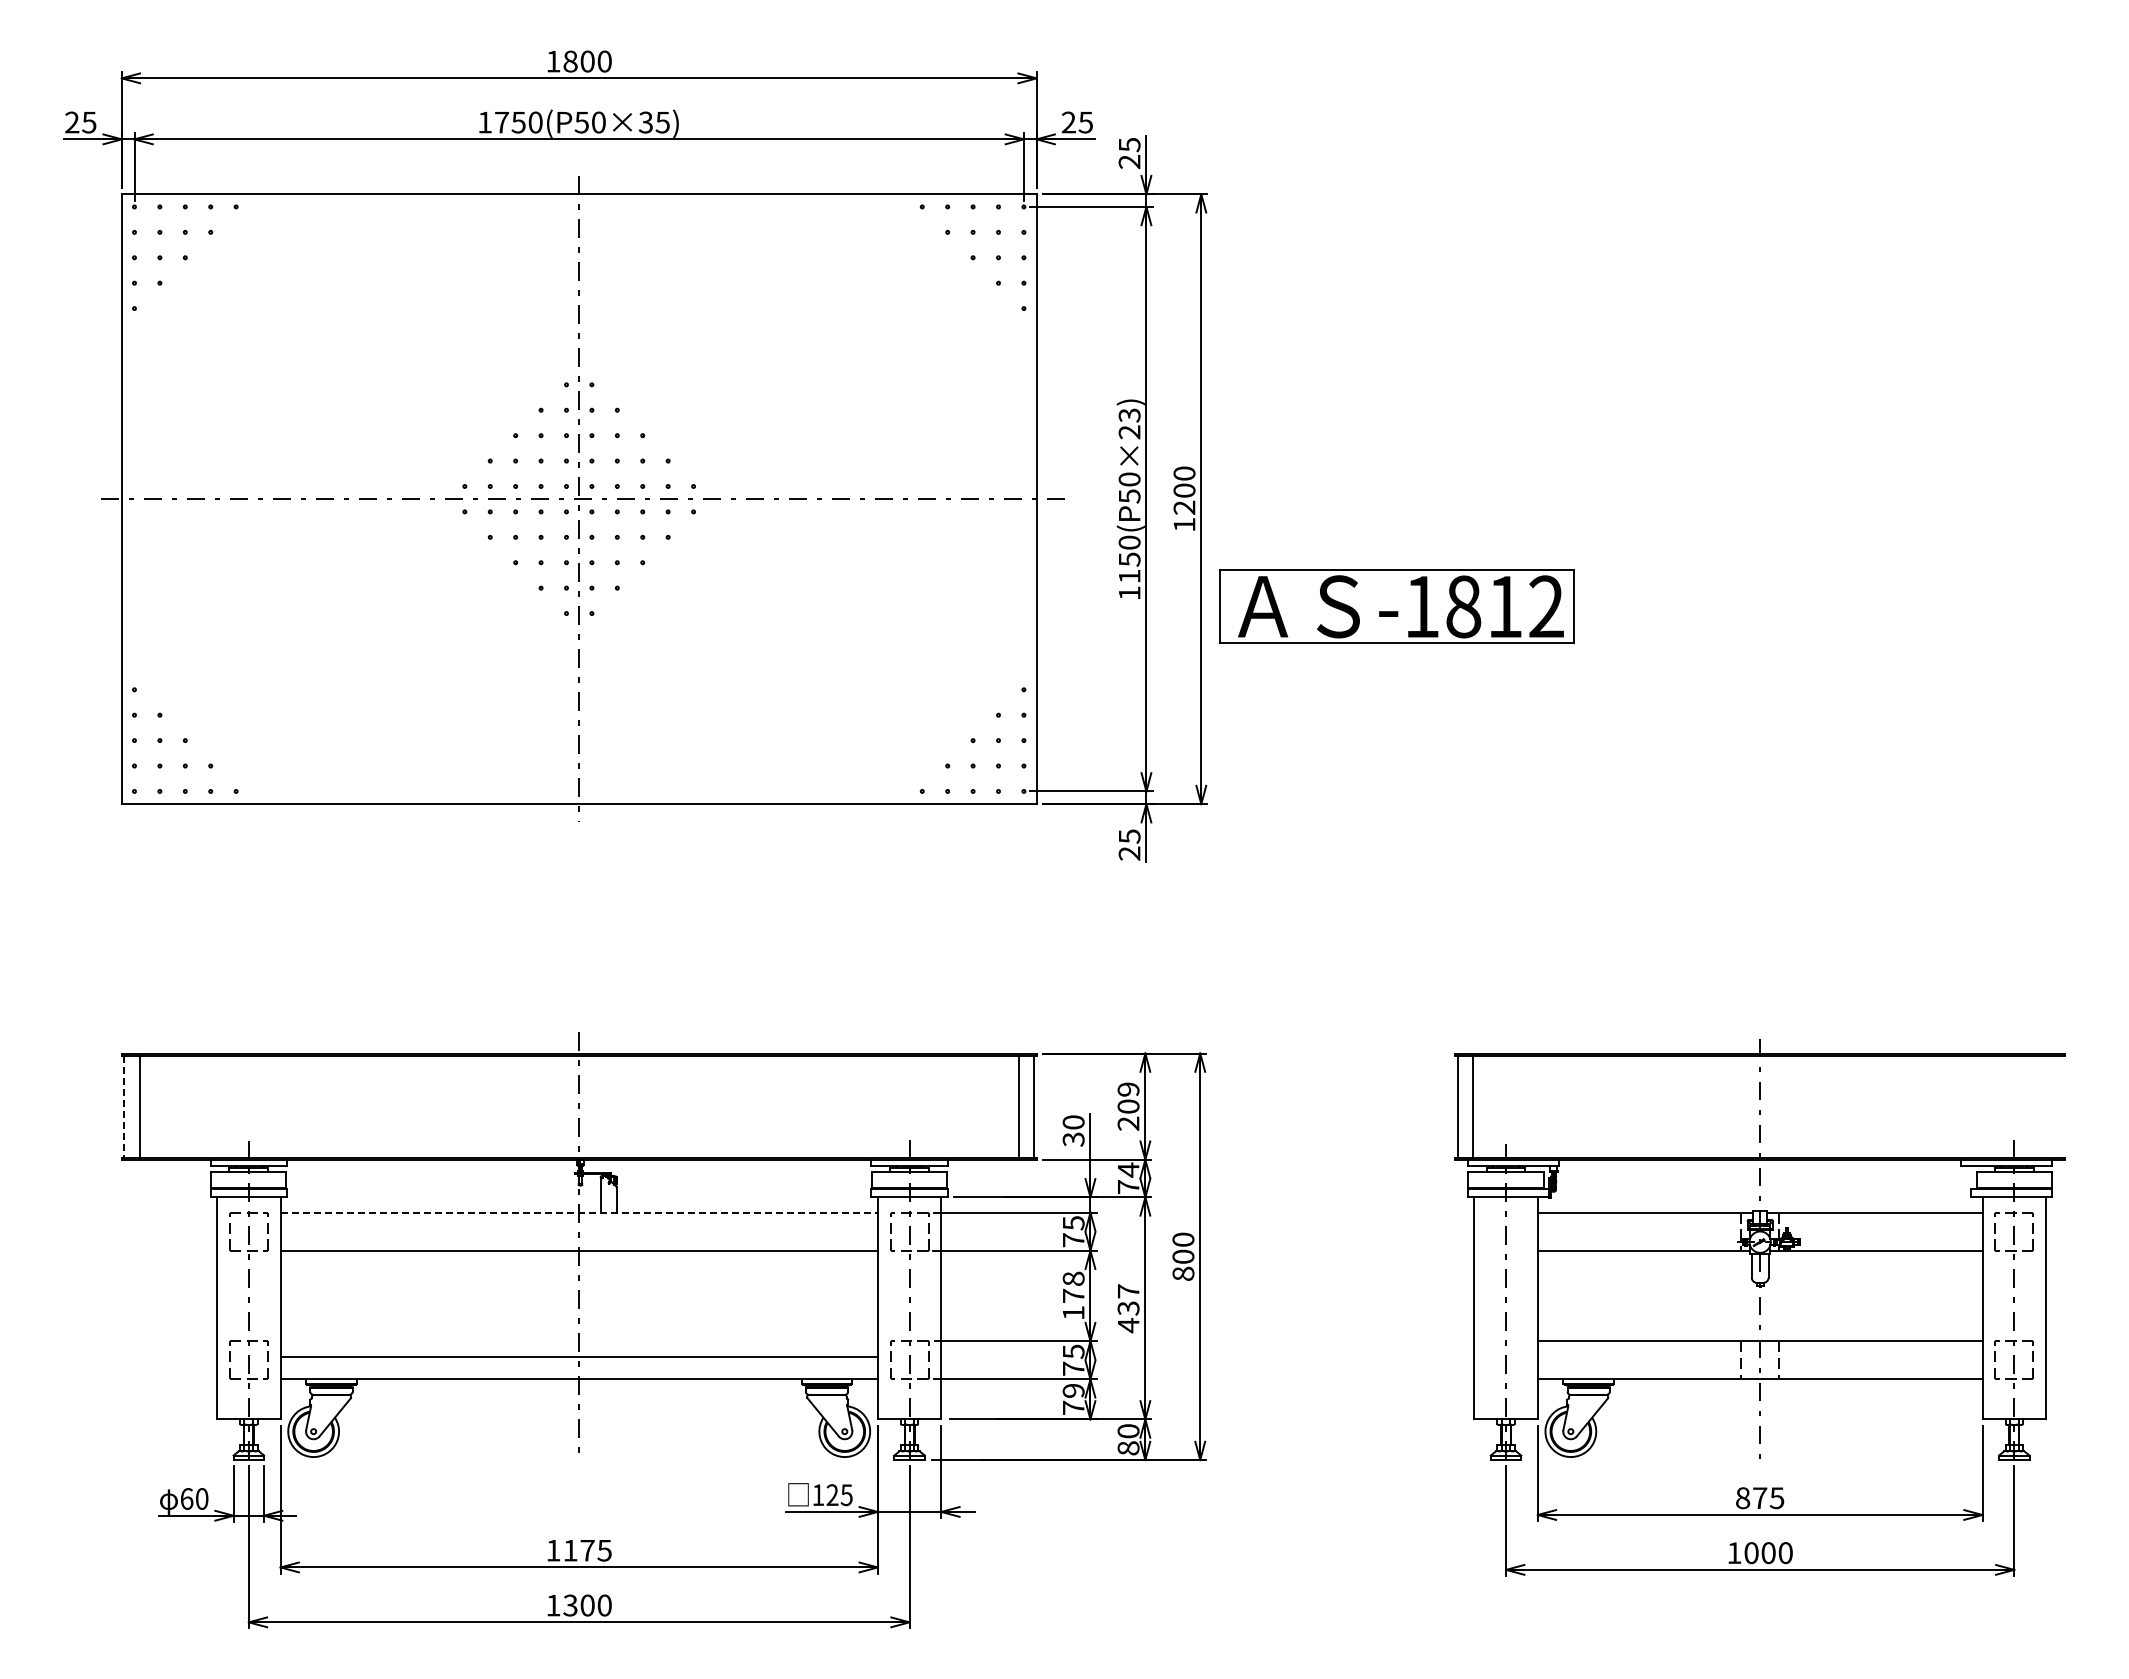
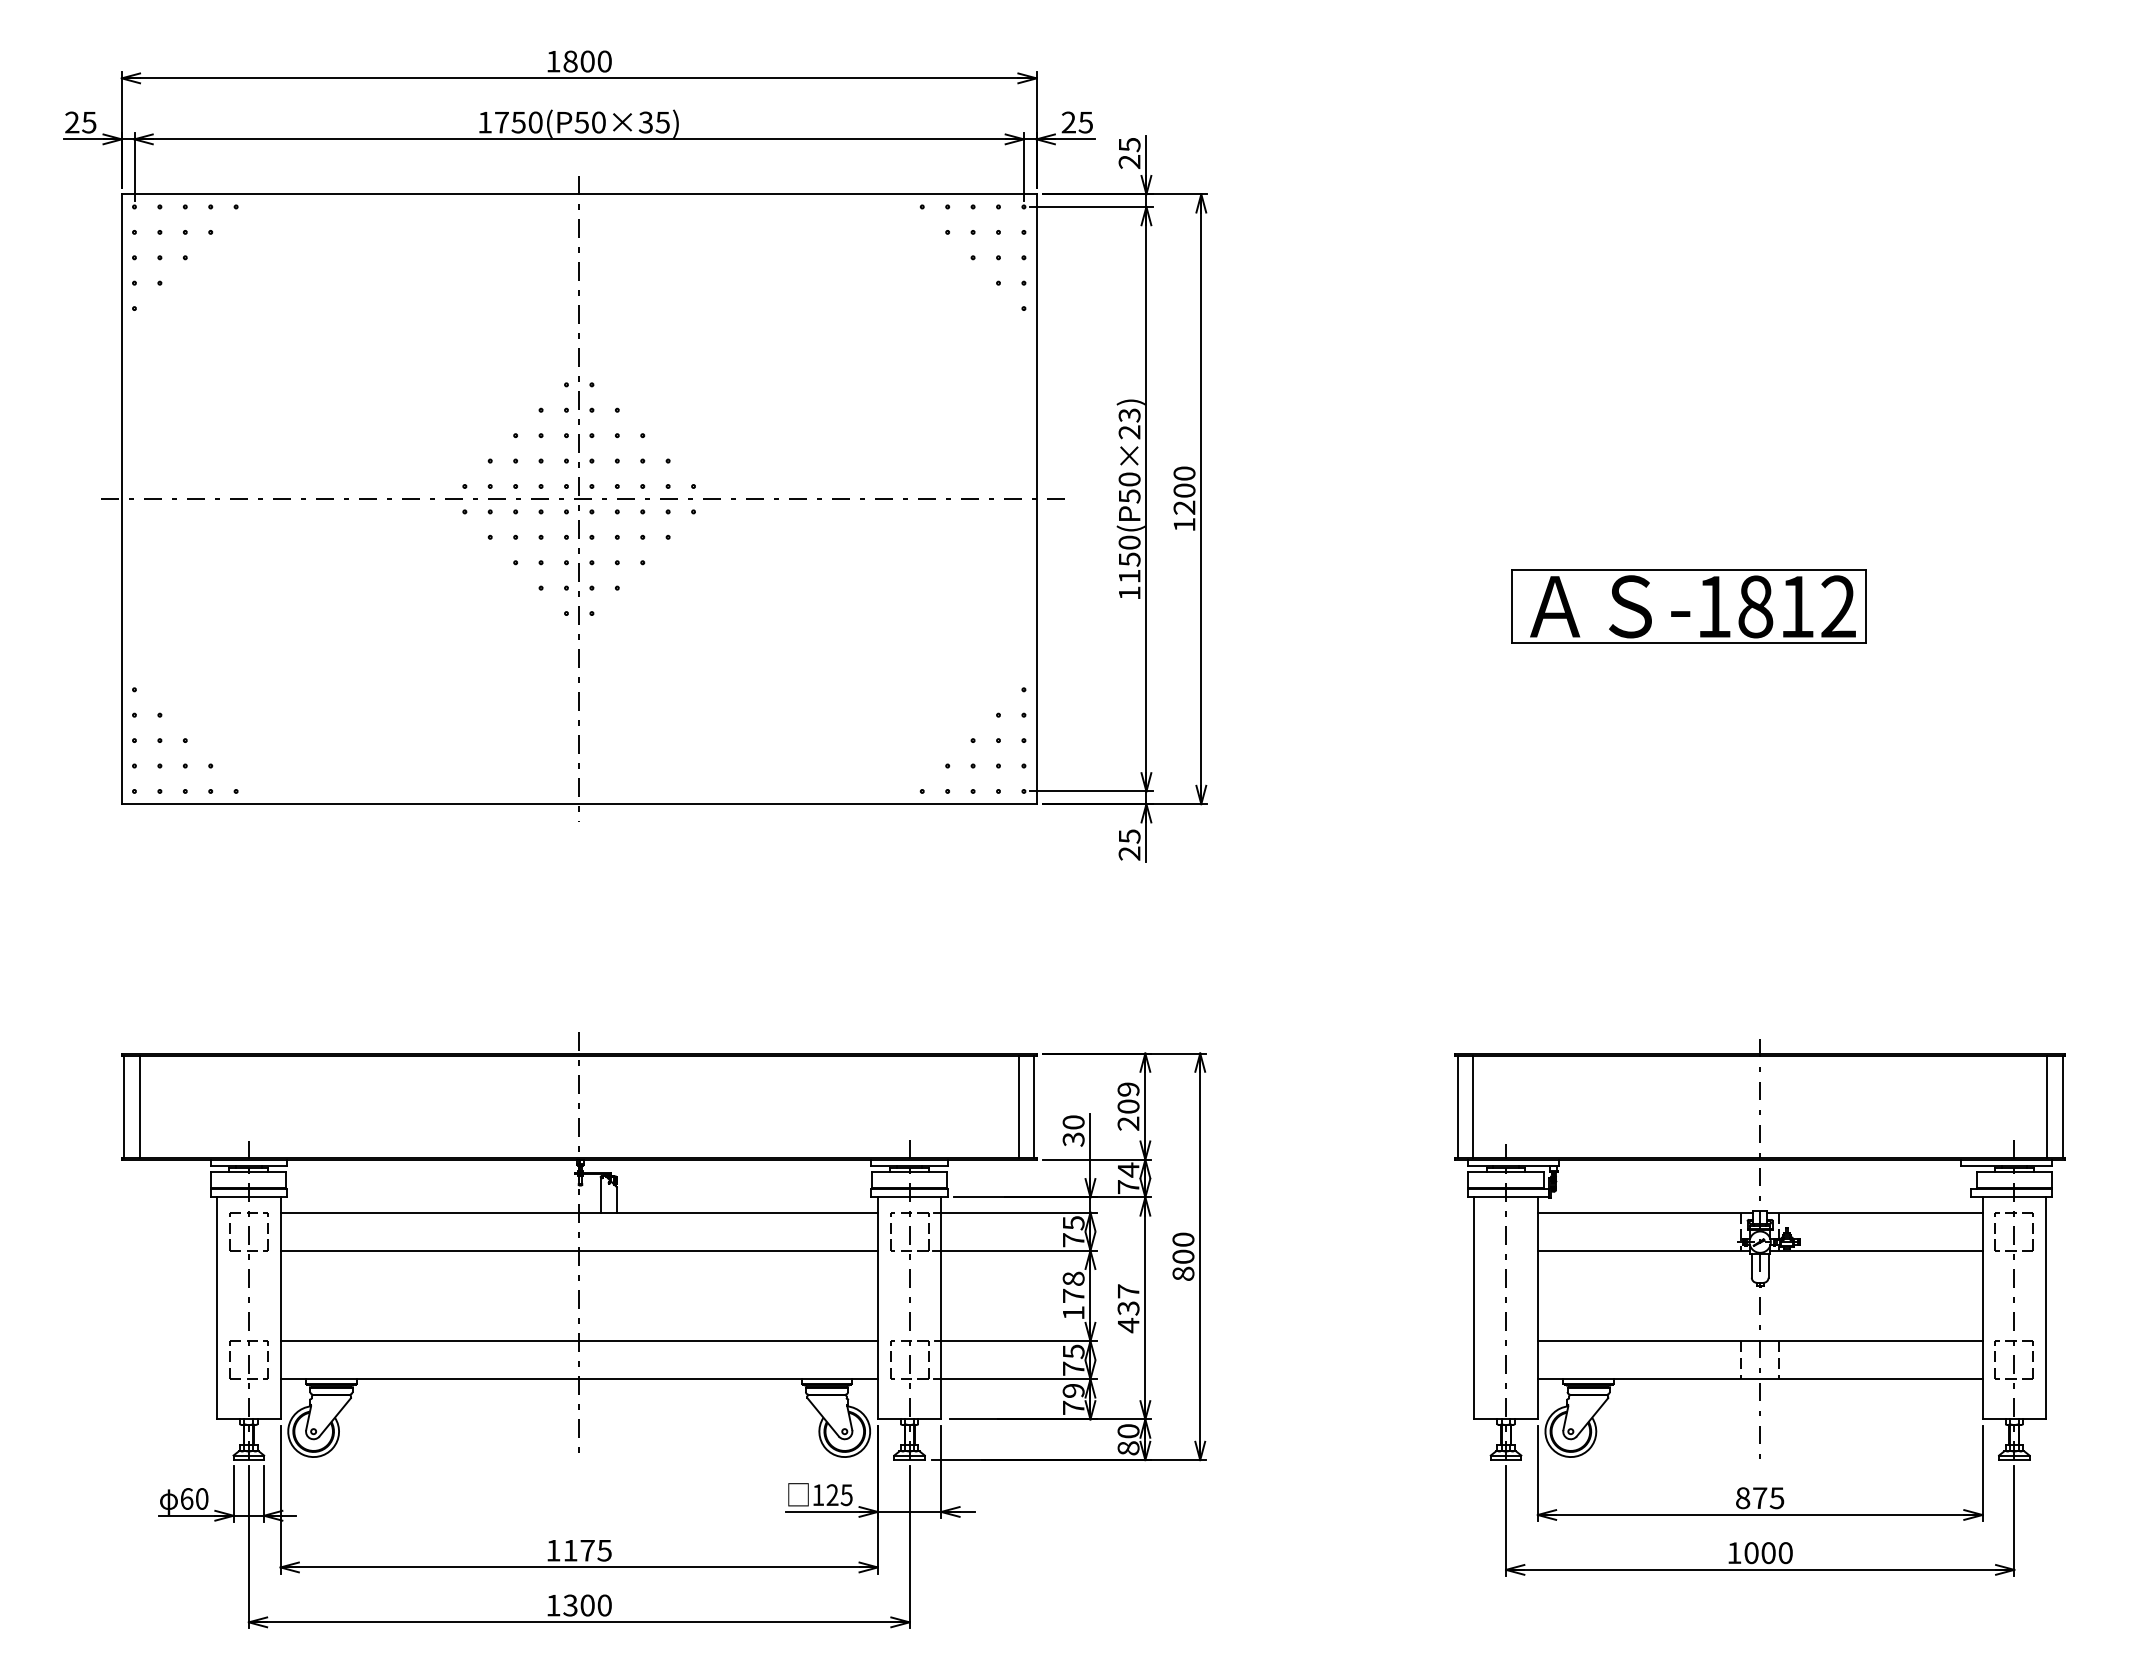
part at (1396, 606) position: (1396, 606) -> (1688, 606)
line at (124, 1106): dashed -> solid
line at (2047, 1106): none -> present
line at (2062, 1106): none -> present
line at (579, 1212): dashed -> solid
line at (578, 1357) position: (578, 1357) -> (578, 1341)
